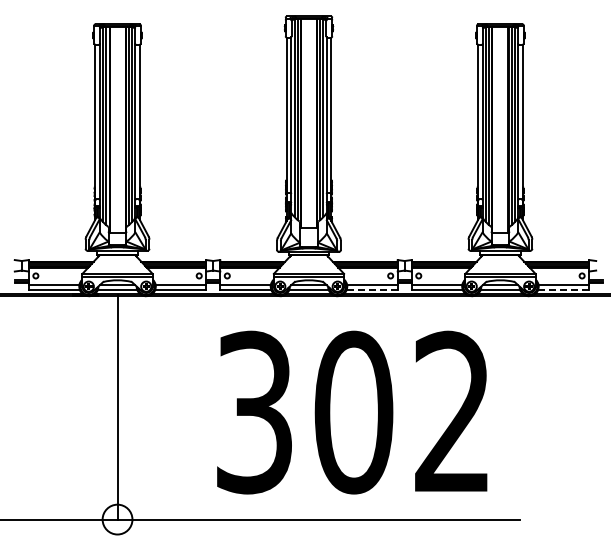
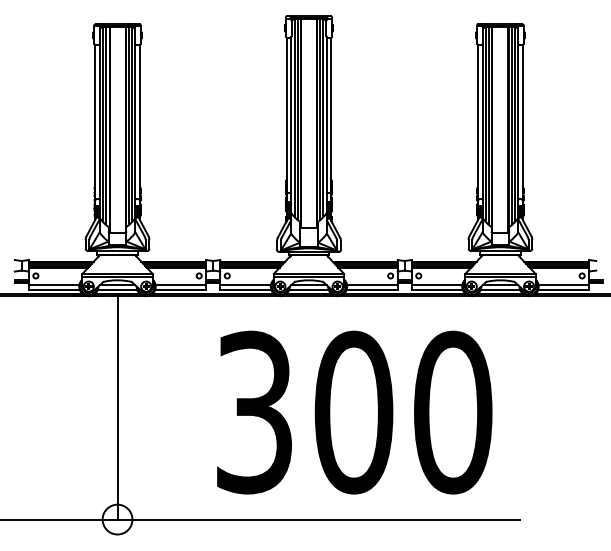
line at (372, 289): dashed -> solid
line at (564, 289): dashed -> solid
text at (453, 412): 302 -> 300
